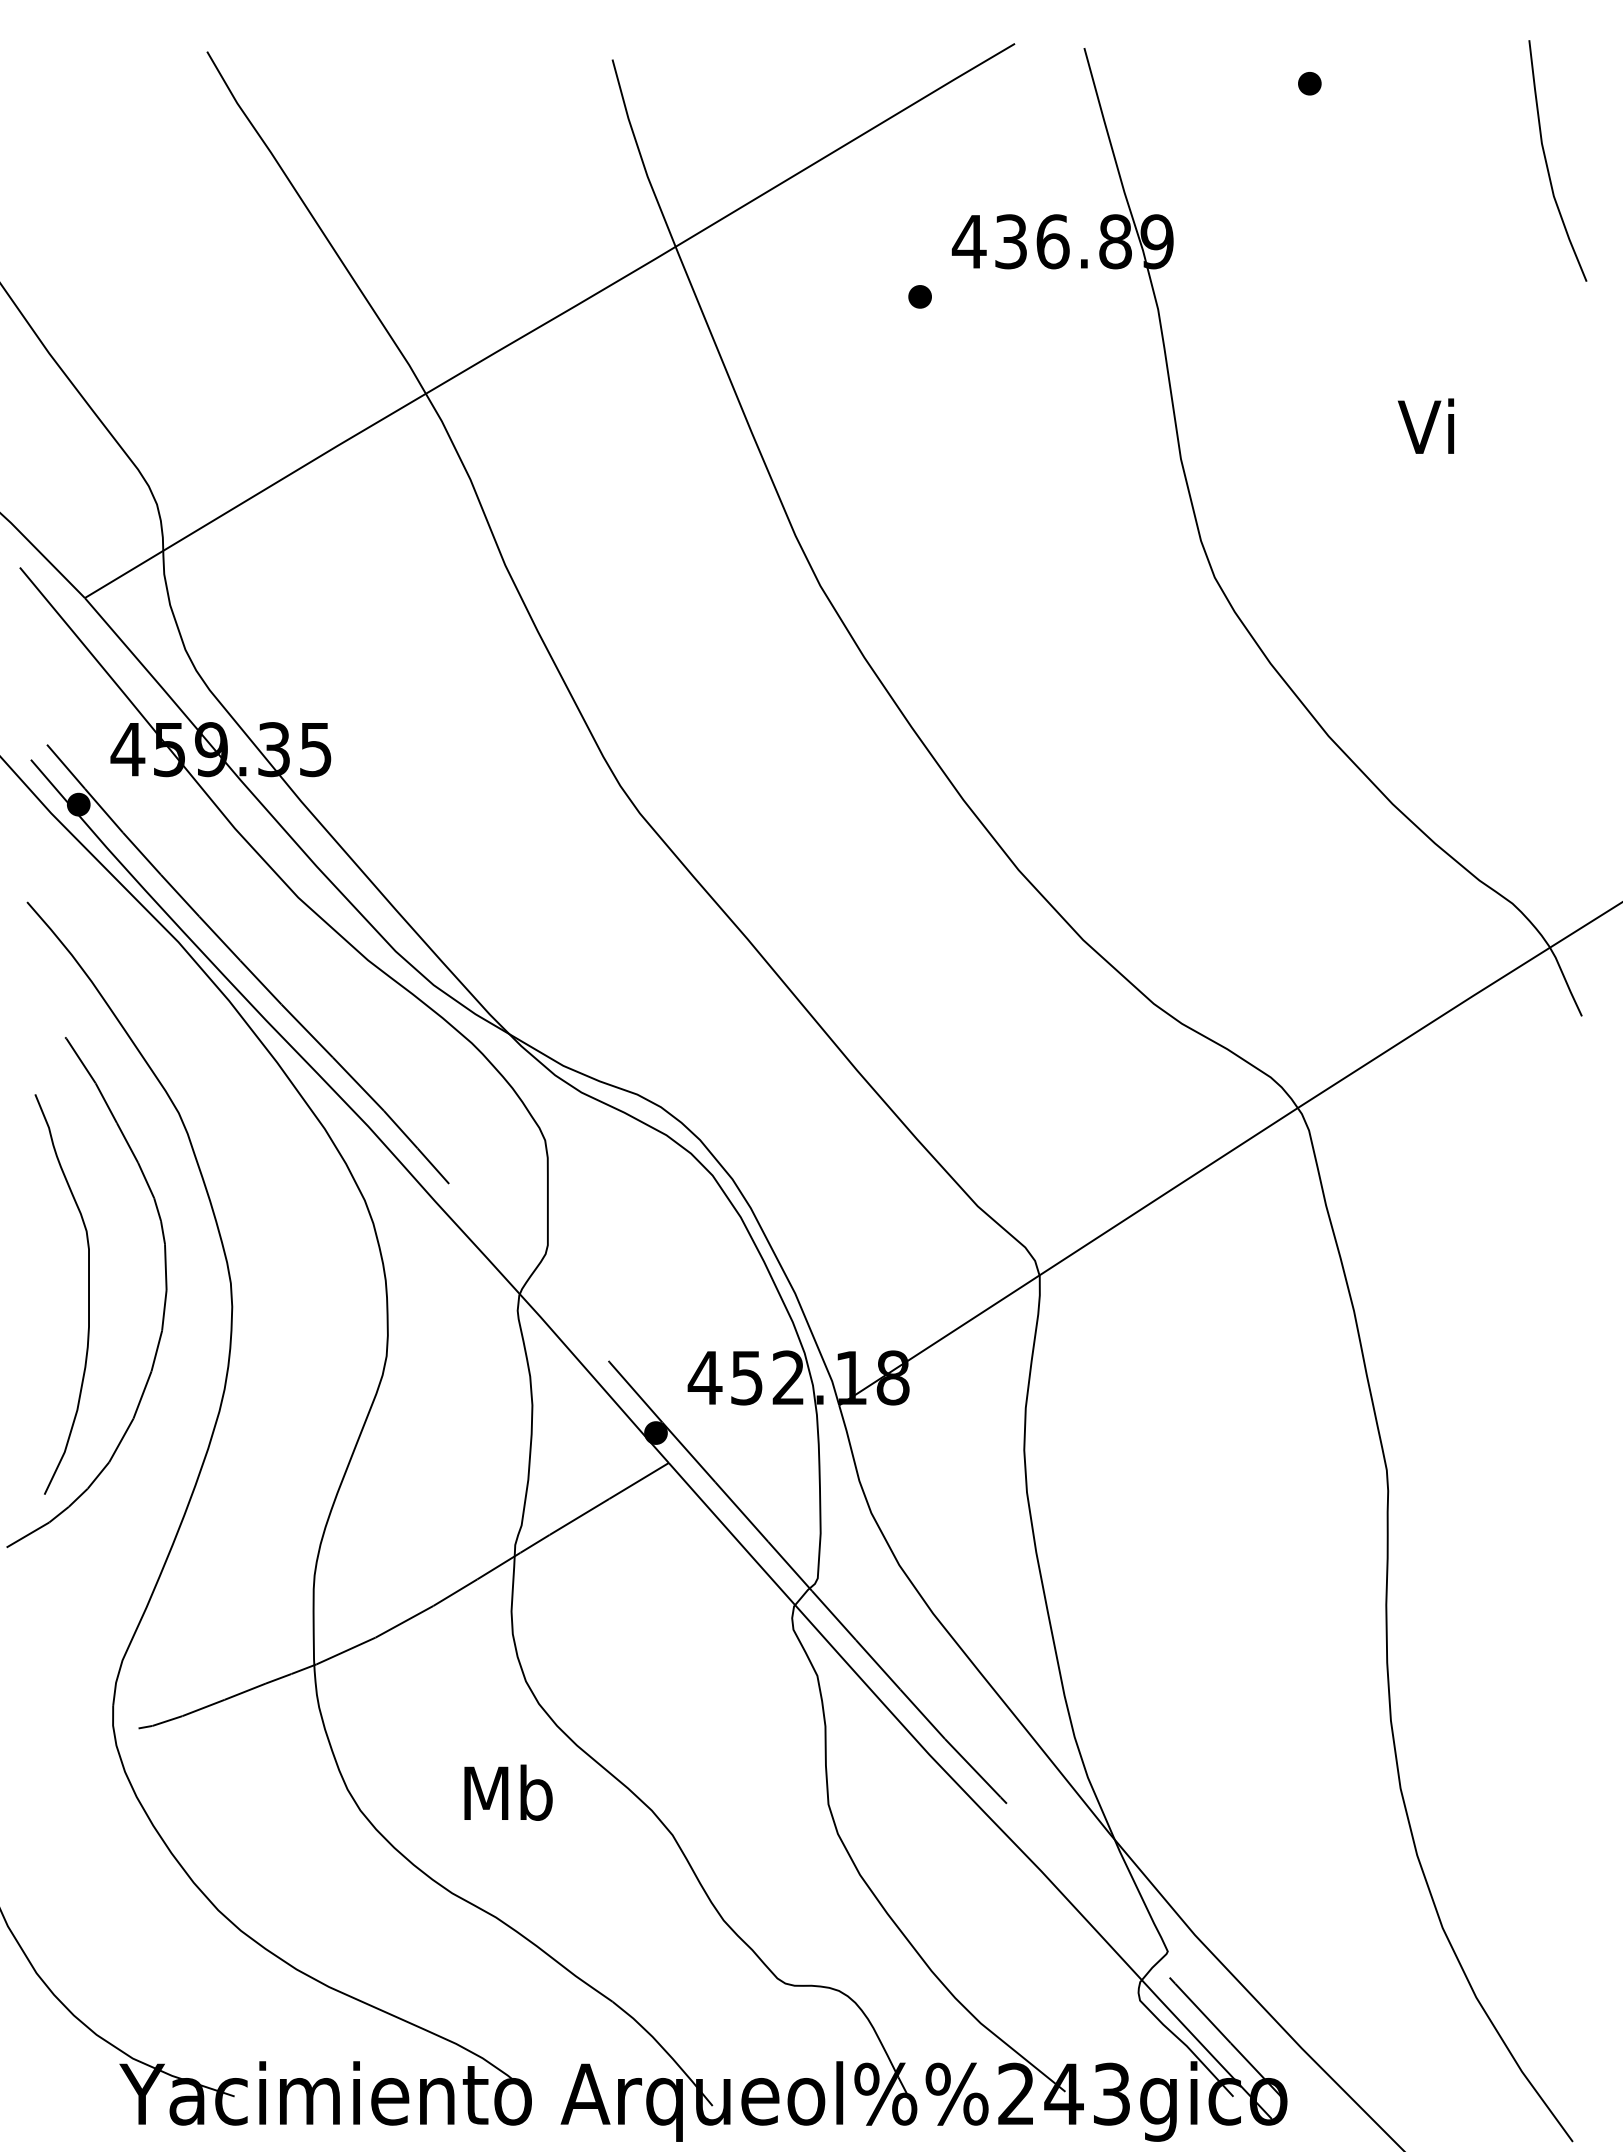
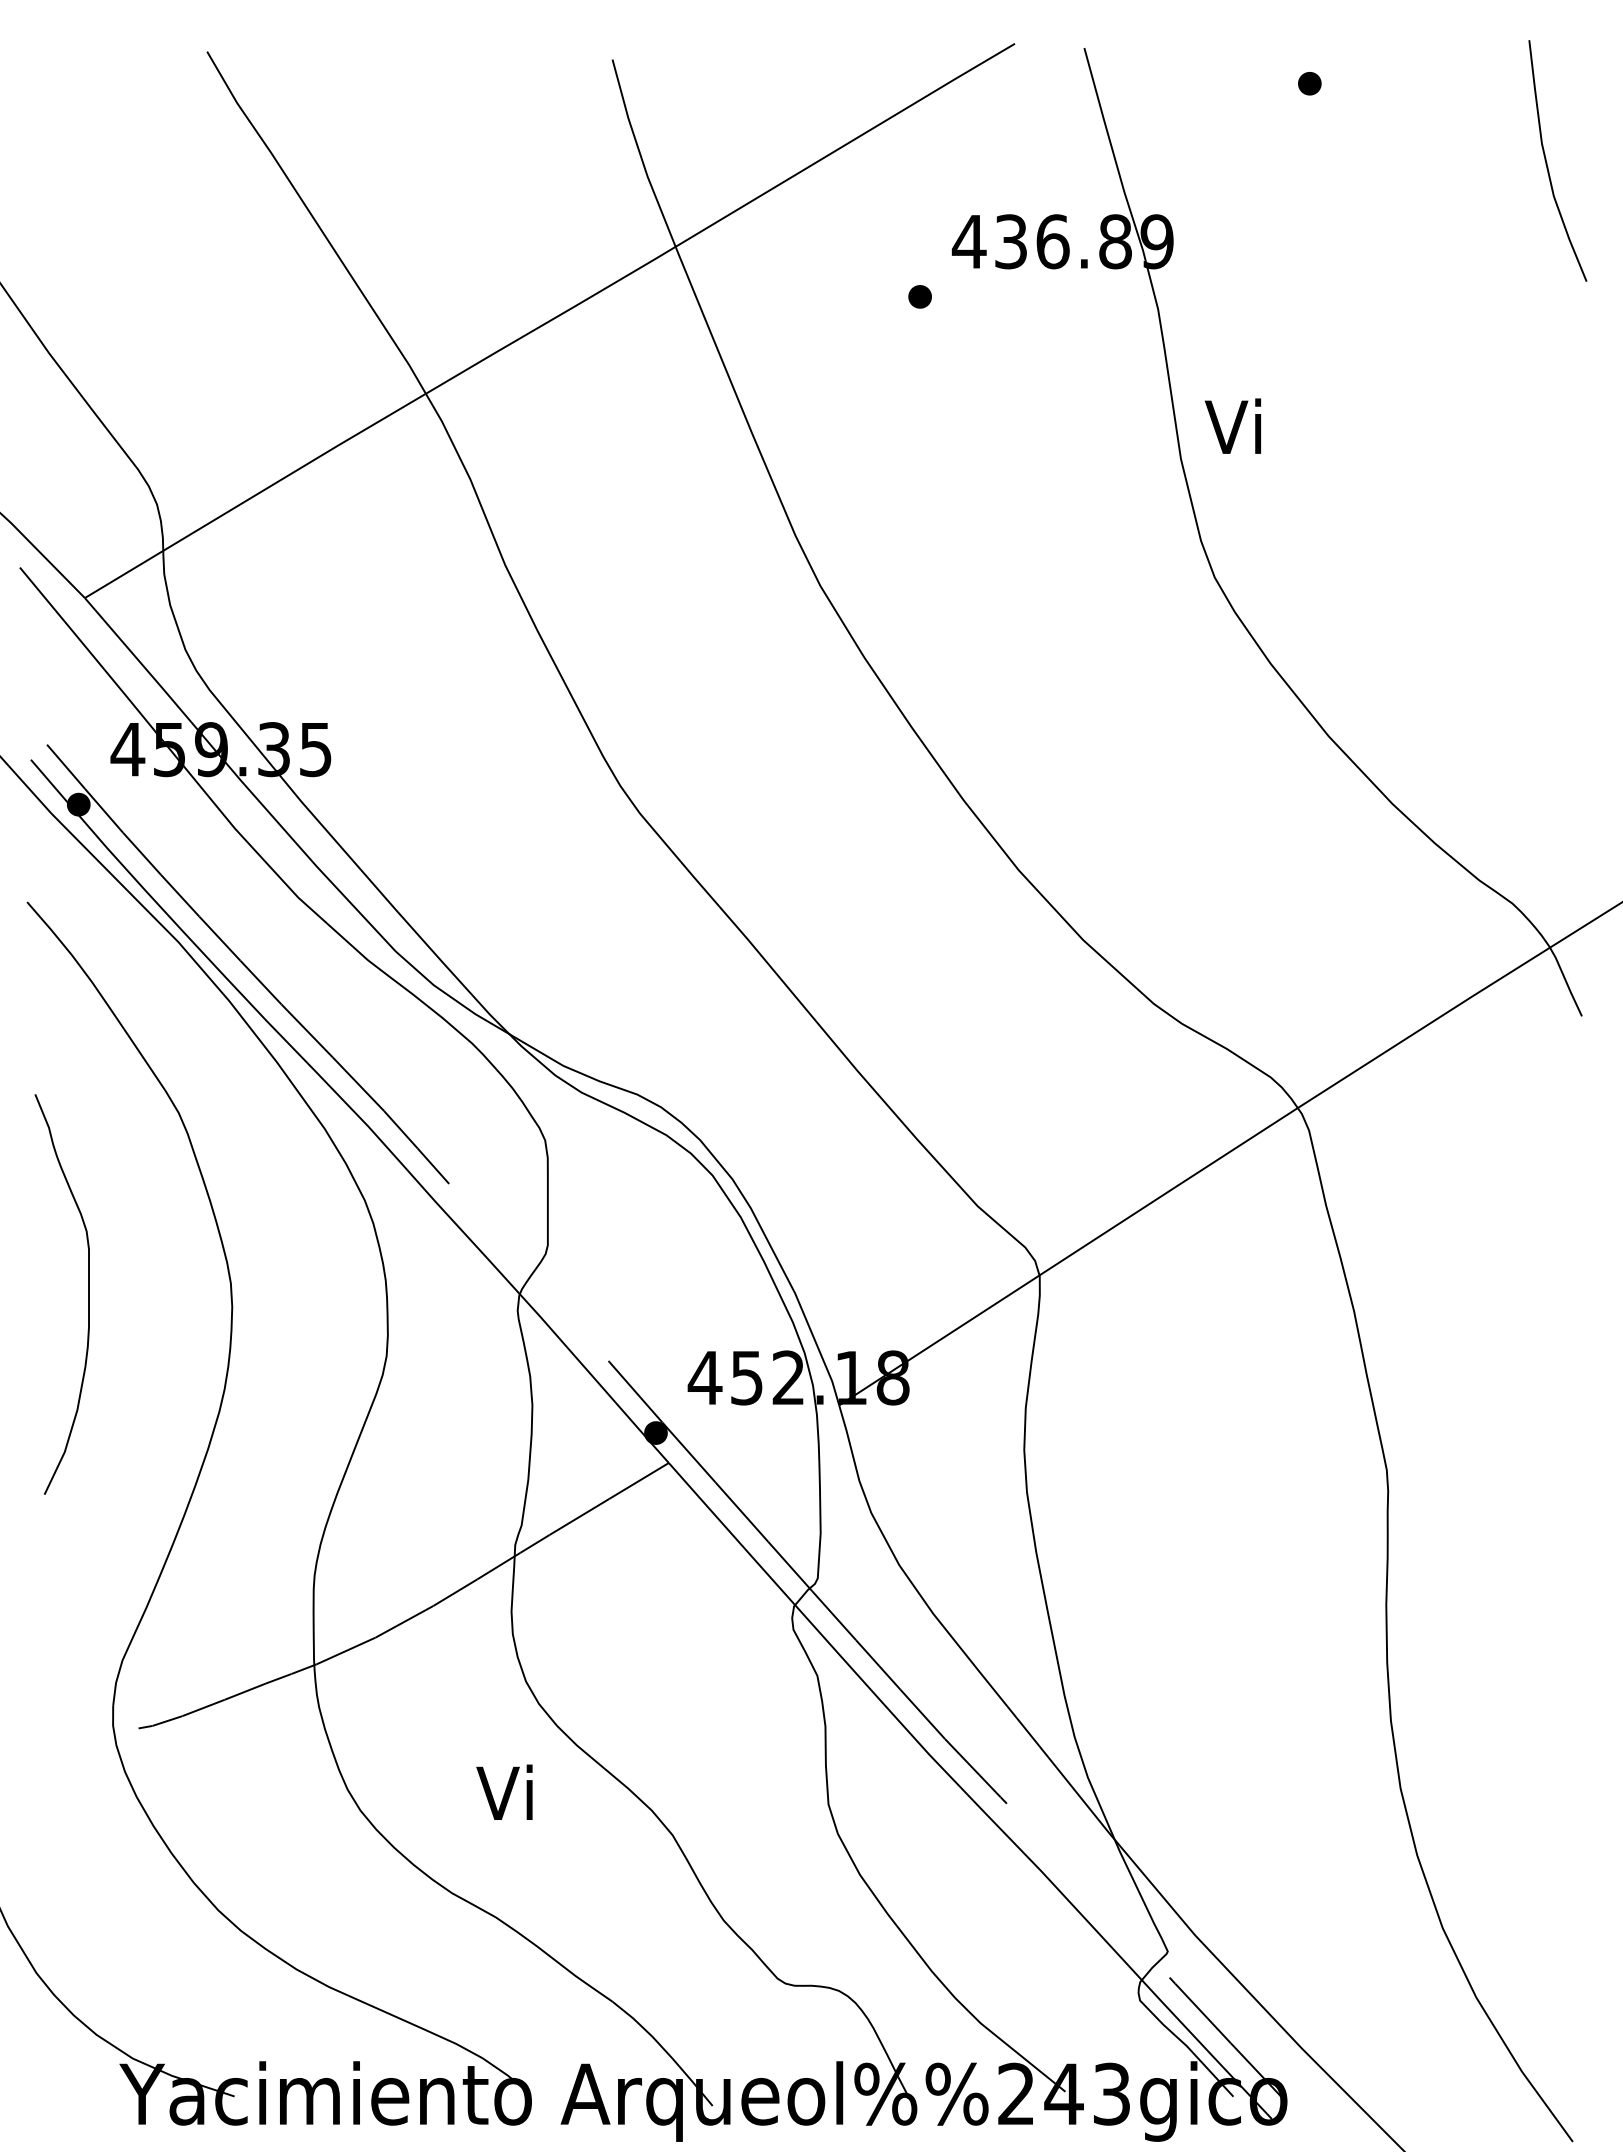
text at (1425, 425) position: (1425, 425) -> (1232, 425)
curve at (164, 1297): present -> none
text at (508, 1792): Mb -> Vi
